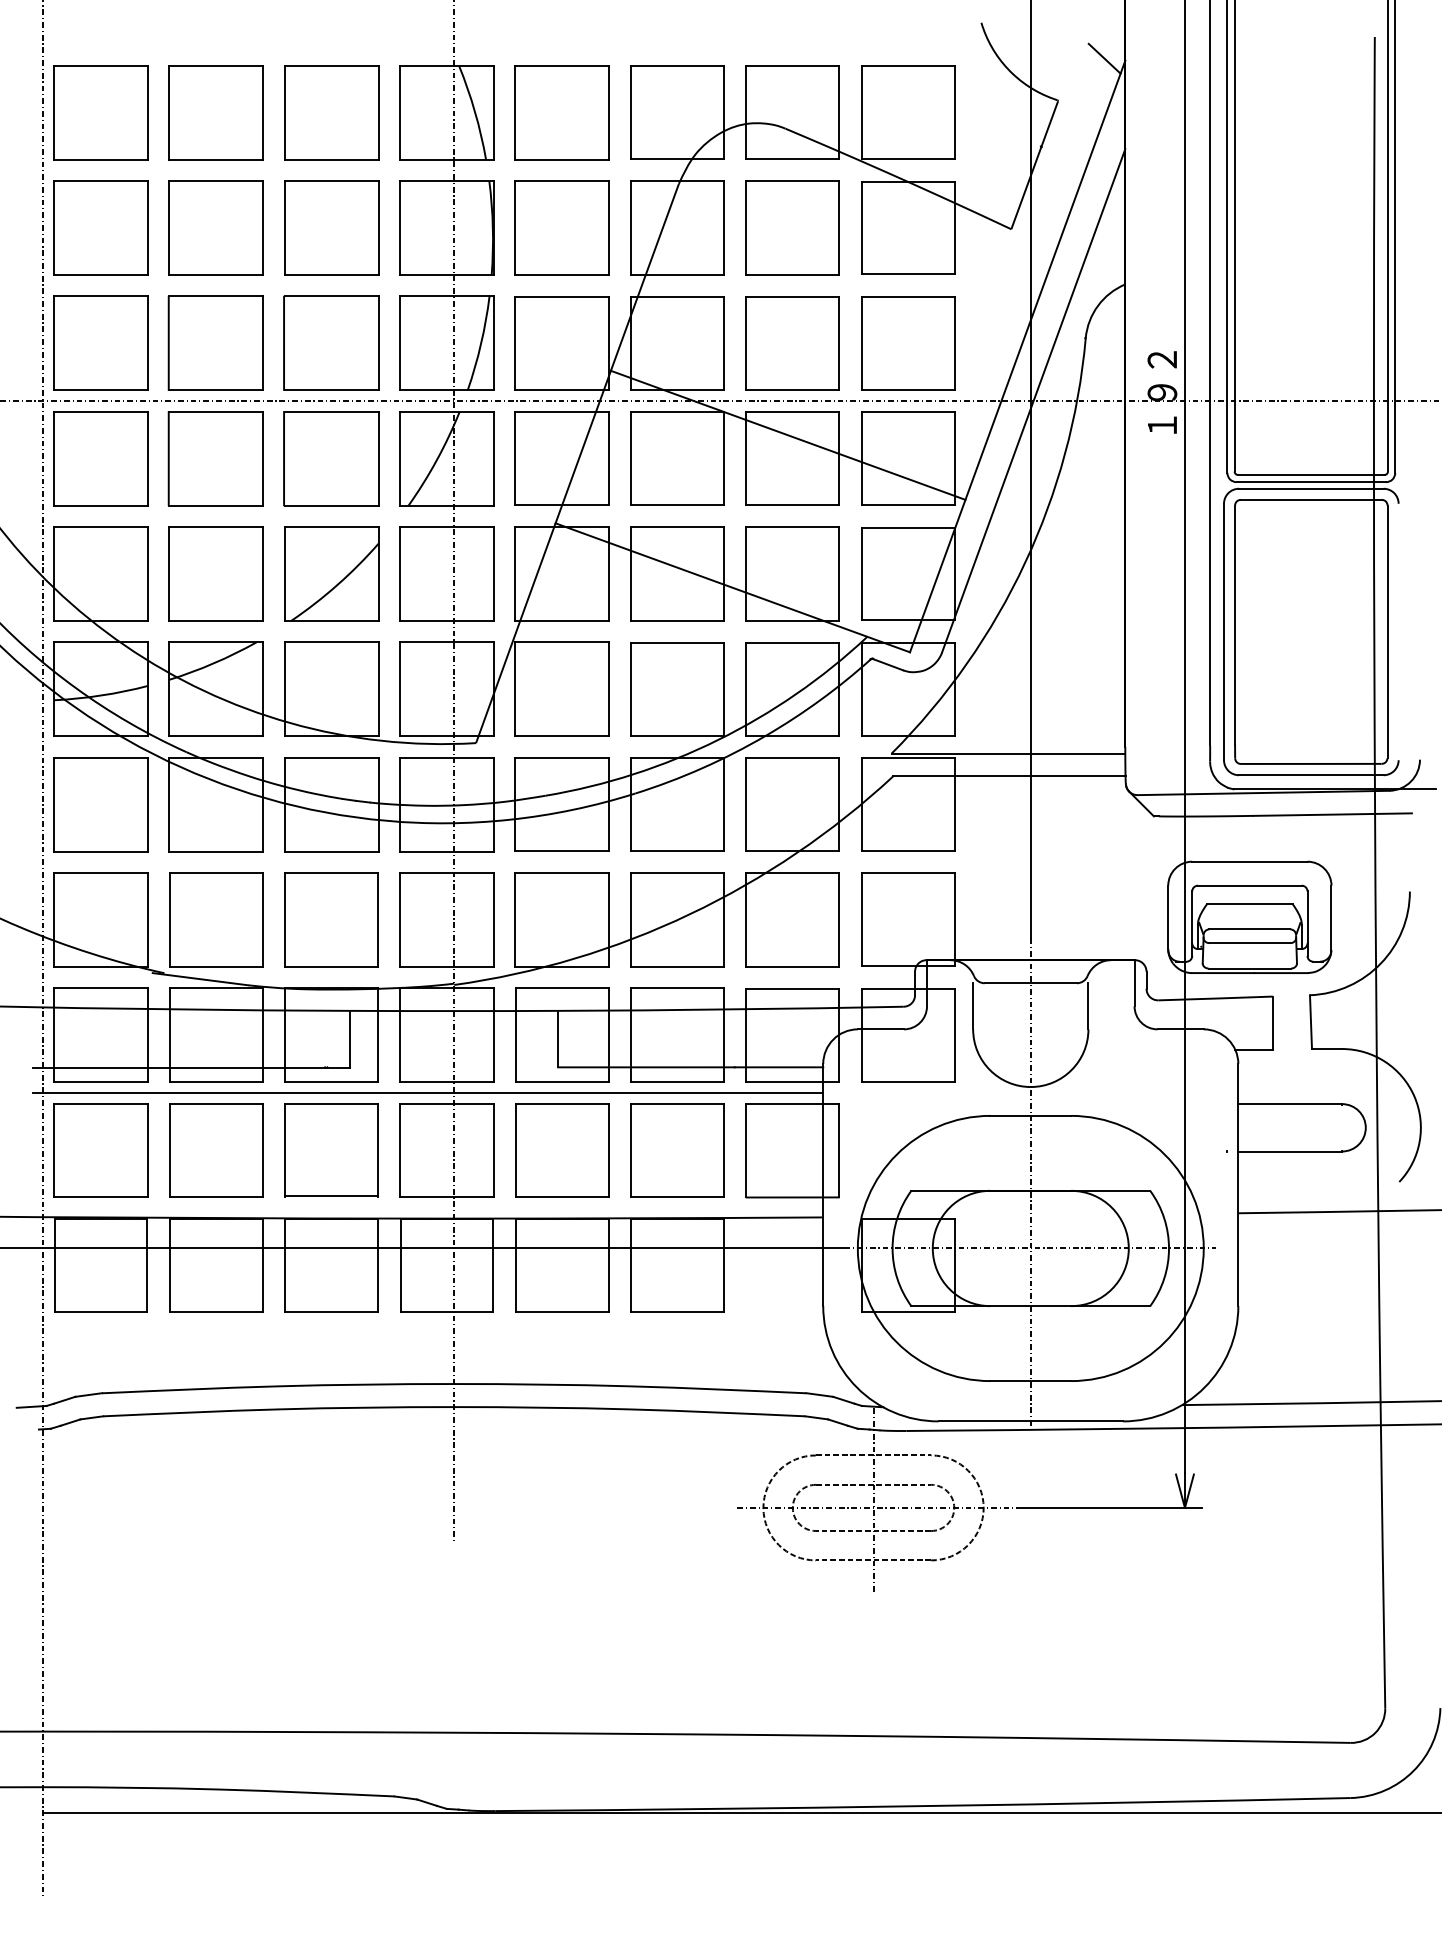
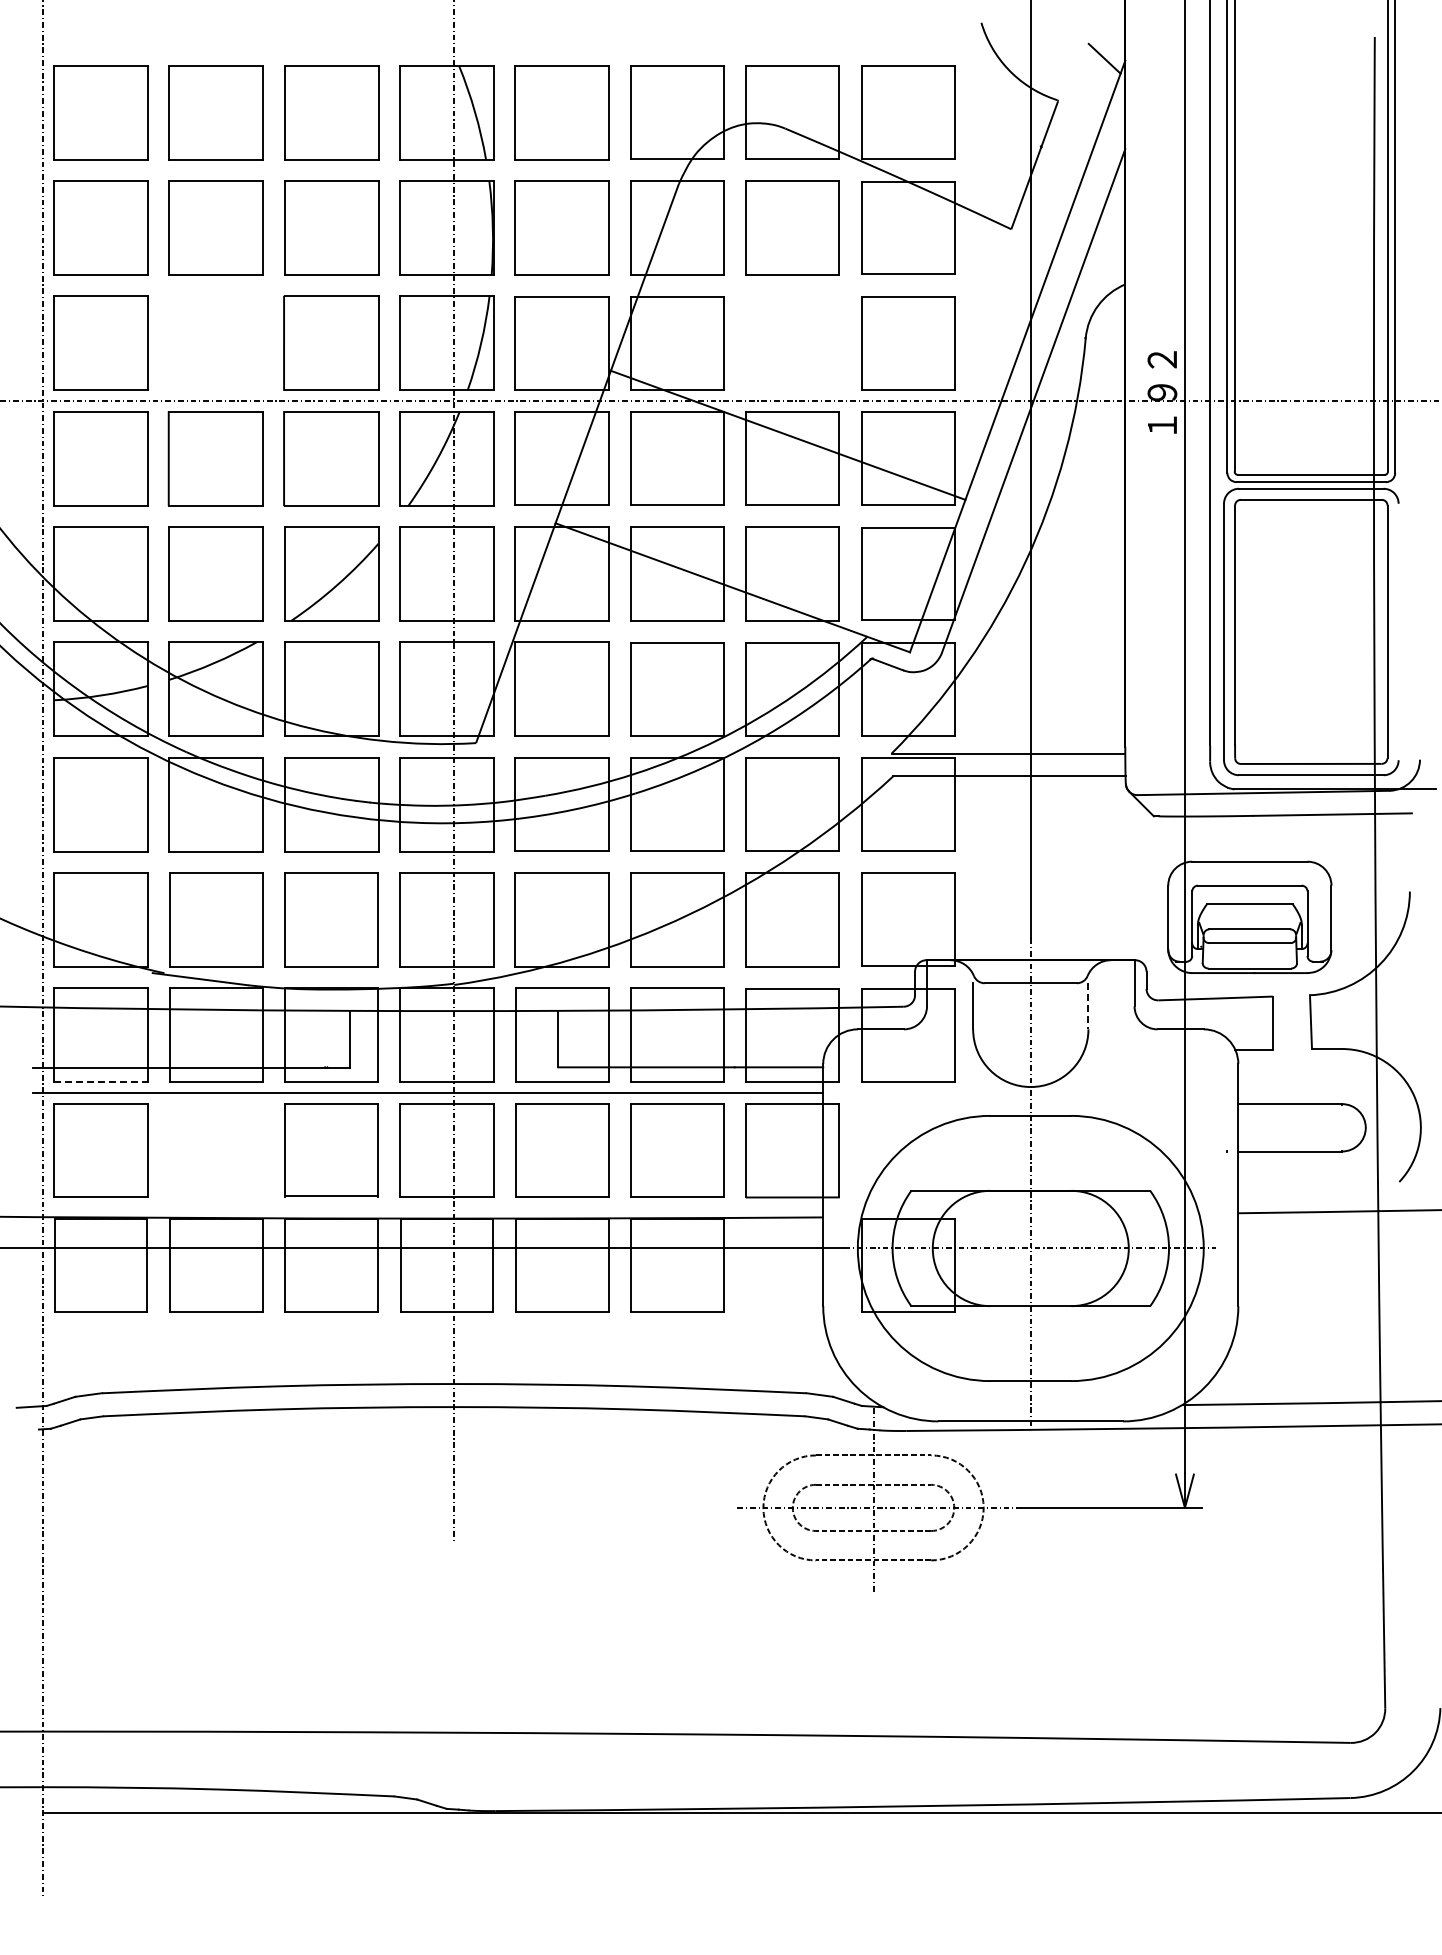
part at (215, 342): present -> none
part at (792, 343): present -> none
line at (1088, 1006): solid -> dashed
line at (101, 1081): solid -> dashed
part at (216, 1150): present -> none
